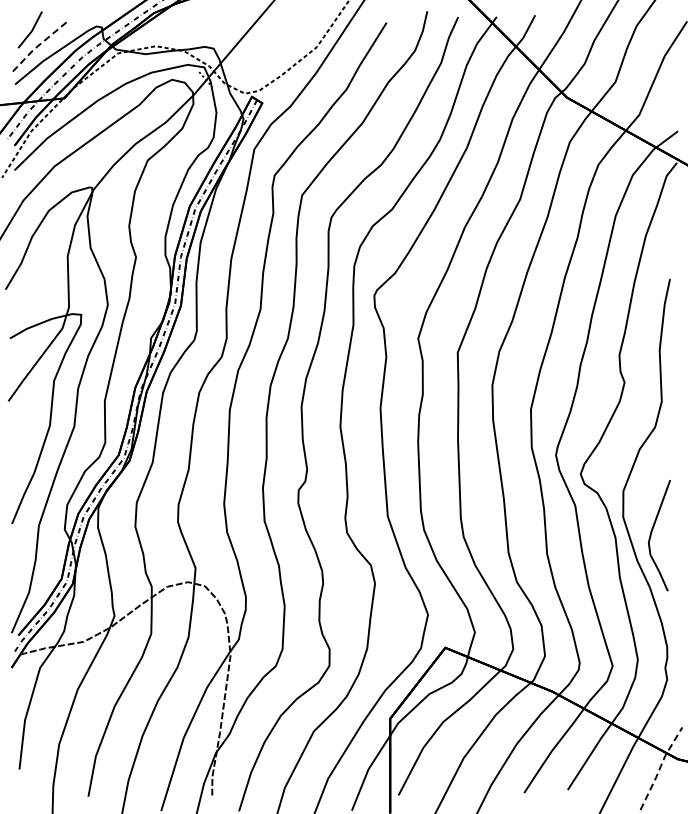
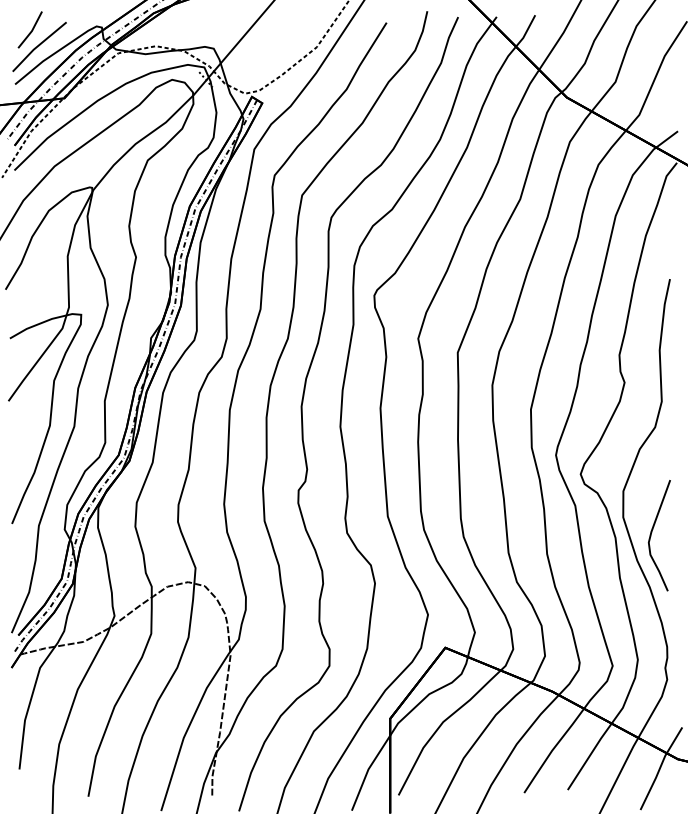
line at (37, 46): dashed -> solid
line at (660, 767): dashed -> solid
